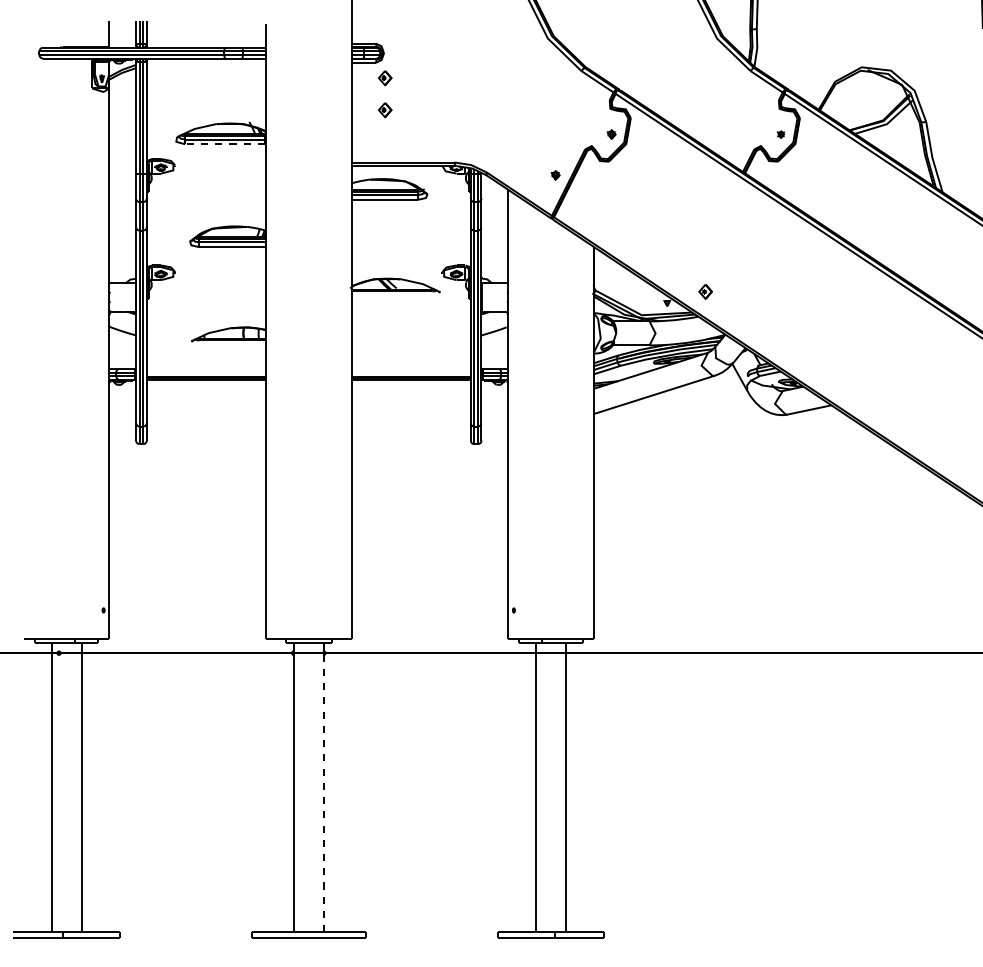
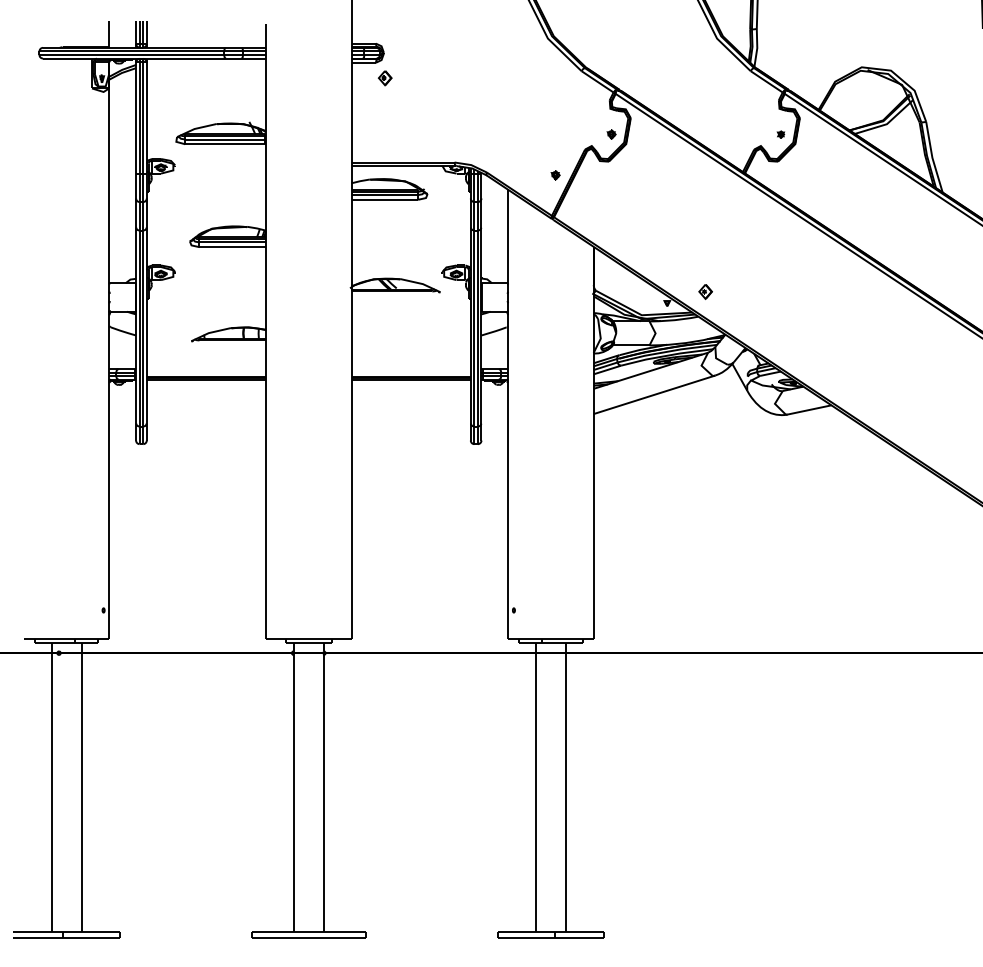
part at (384, 110): present -> none
line at (225, 144): dashed -> solid
line at (323, 793): dashed -> solid
